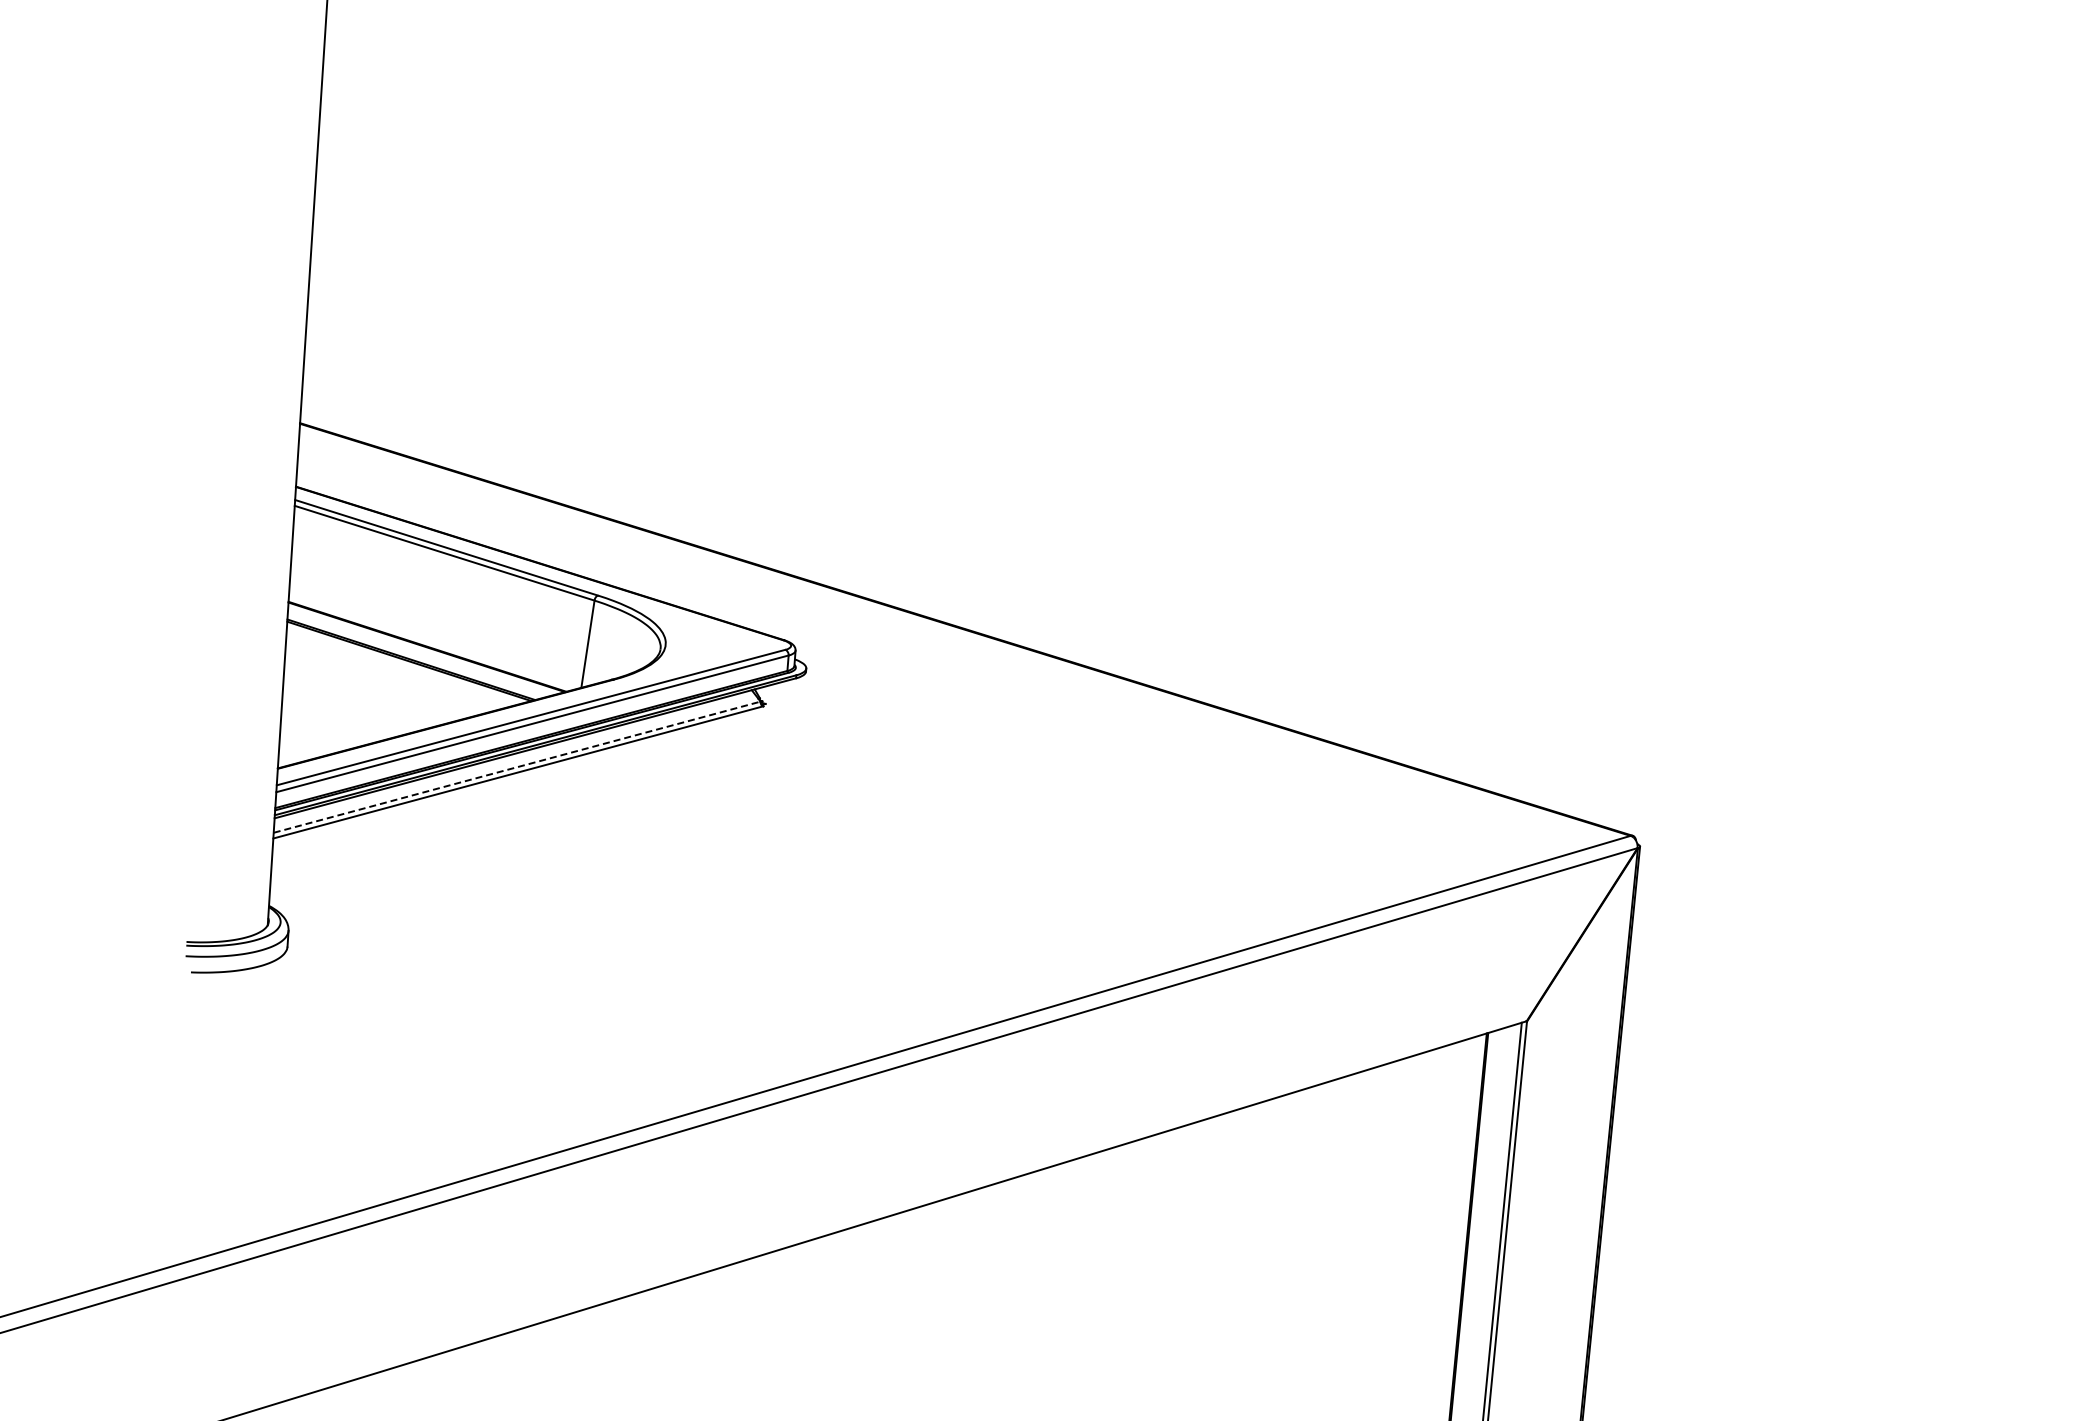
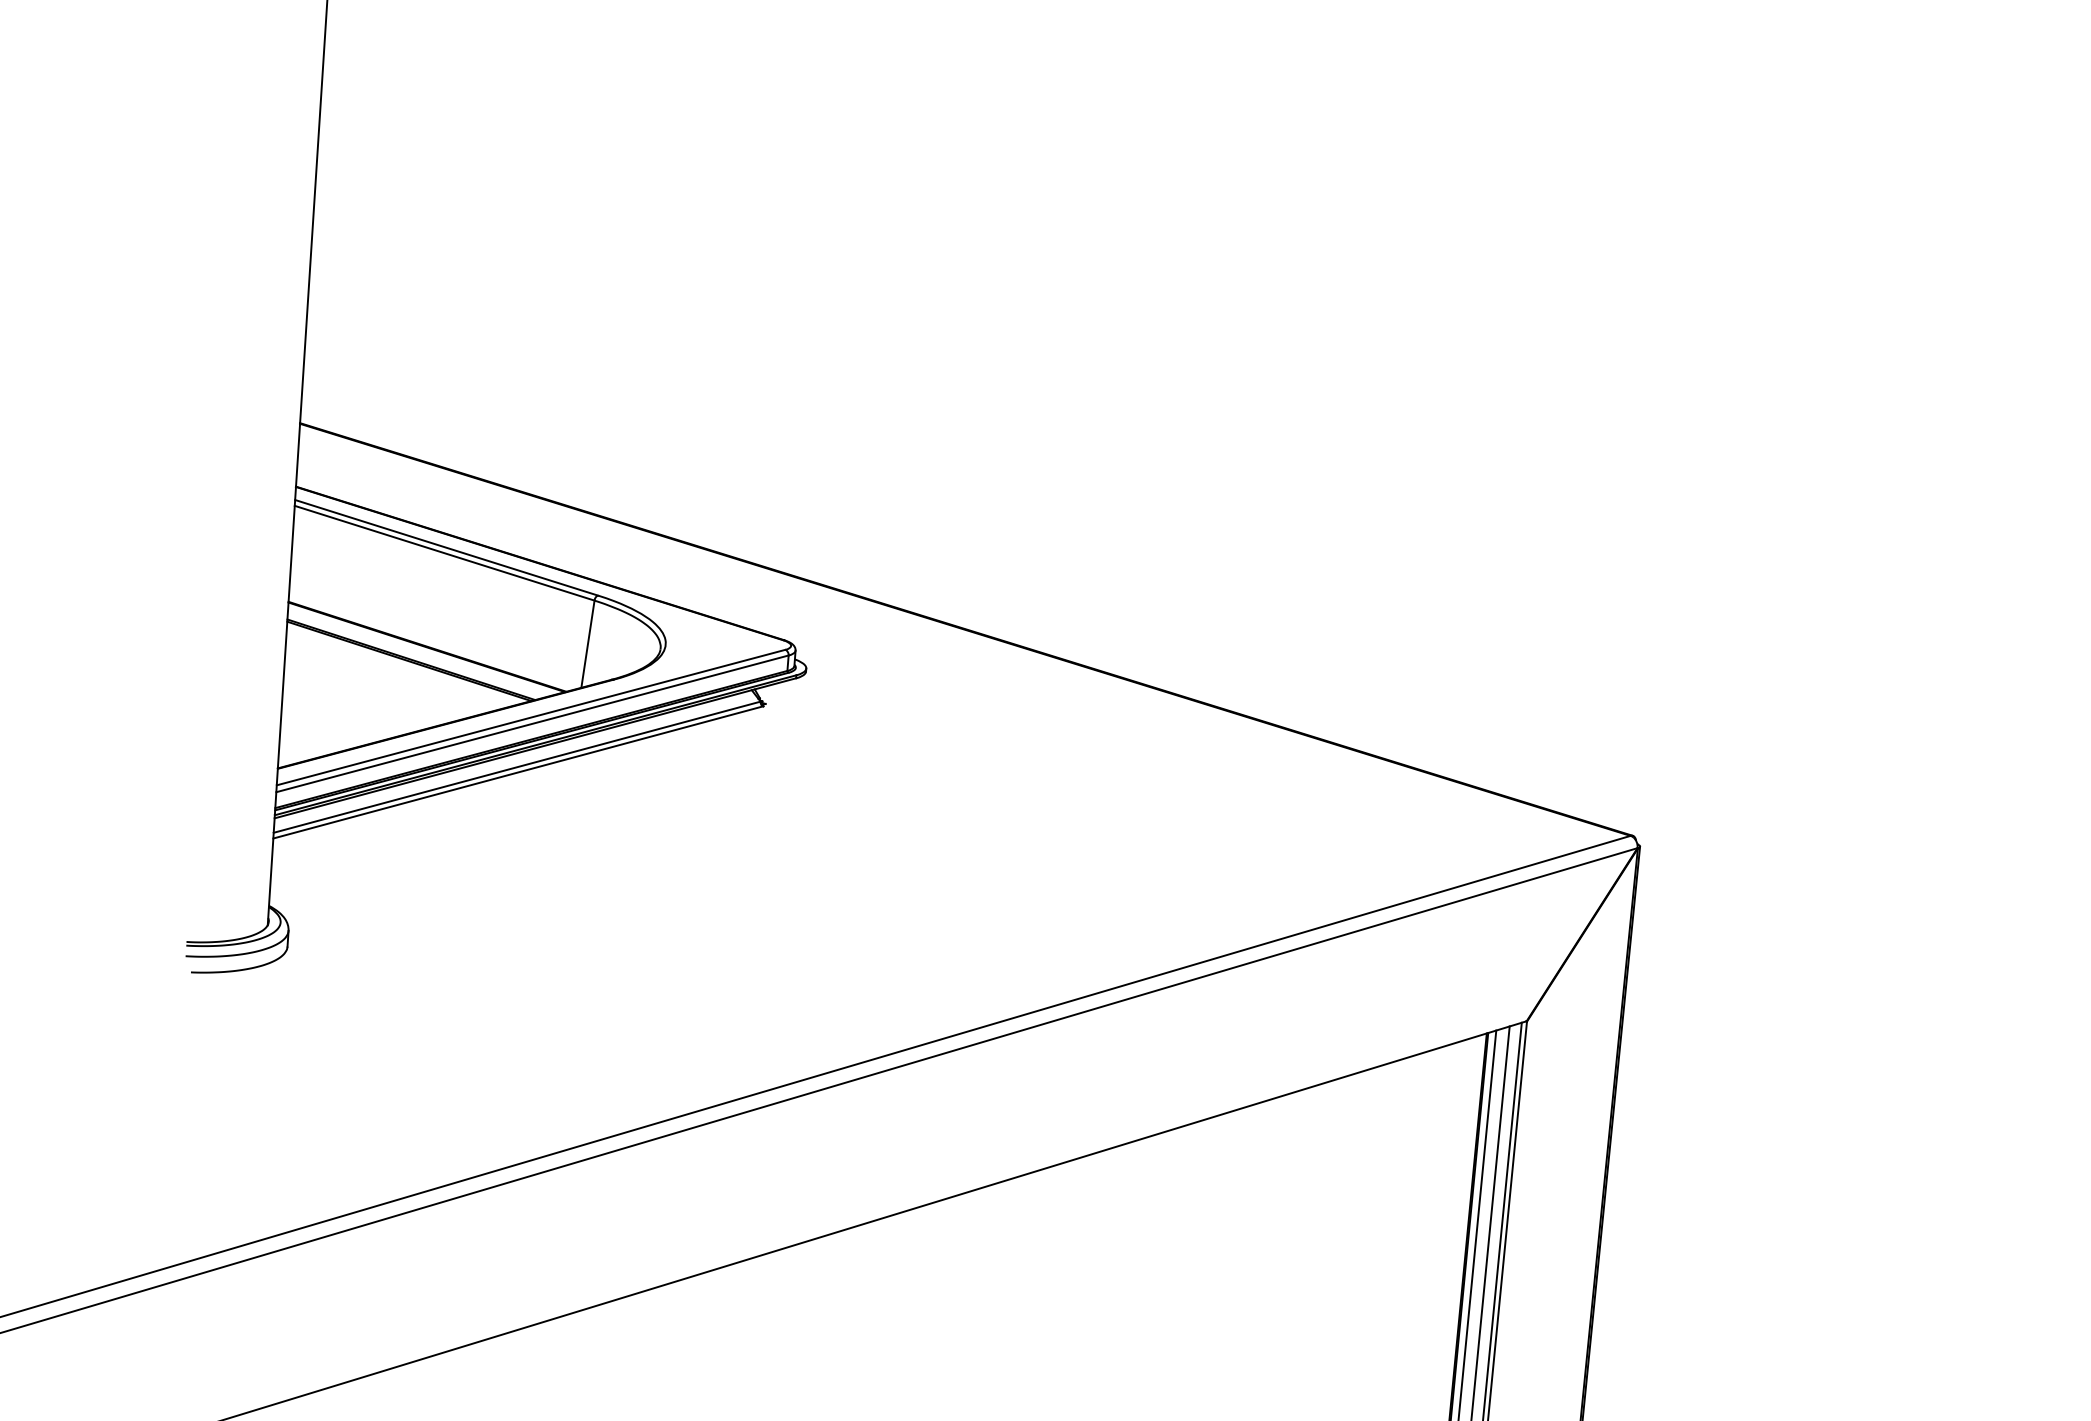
line at (517, 767): dashed -> solid
line at (1490, 1221): none -> present
line at (1477, 1223): none -> present
